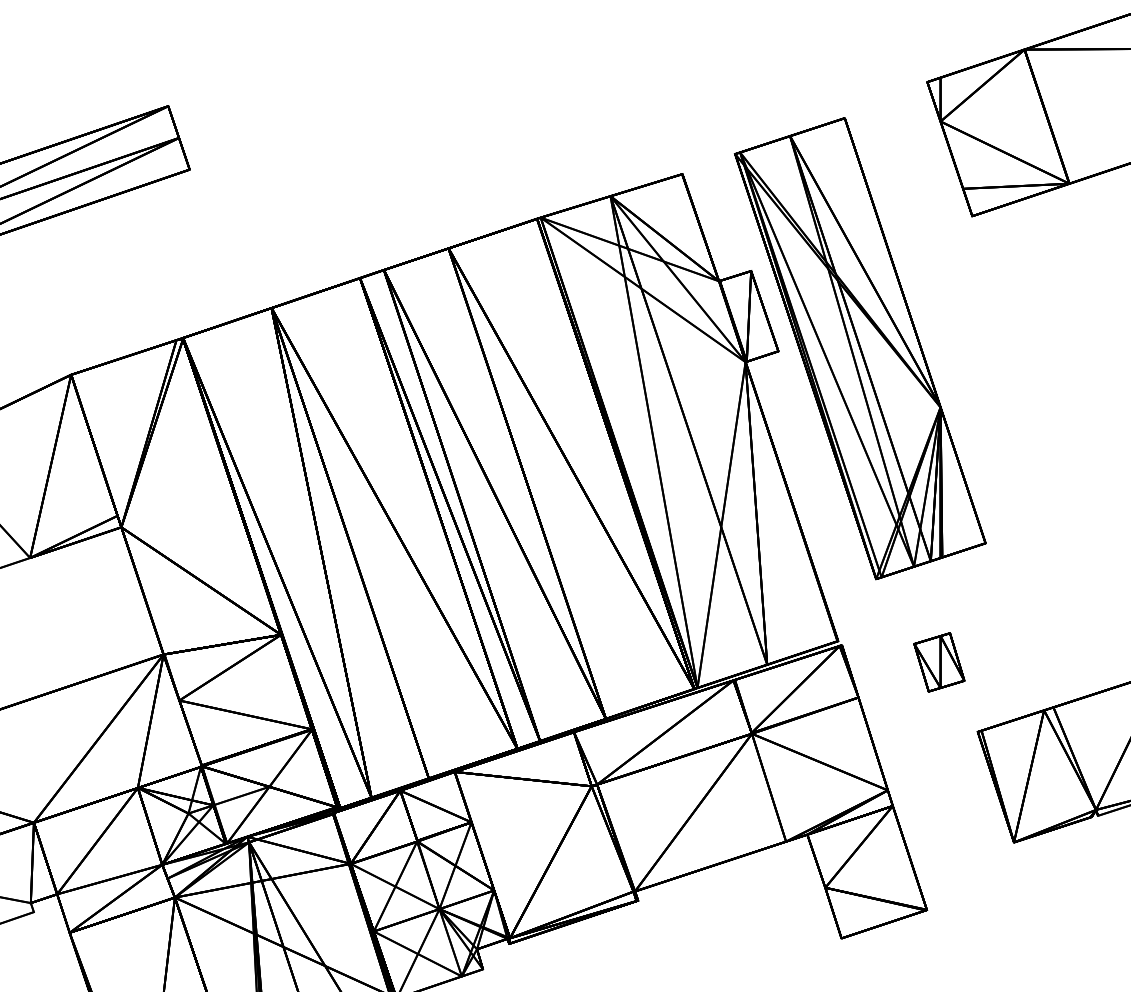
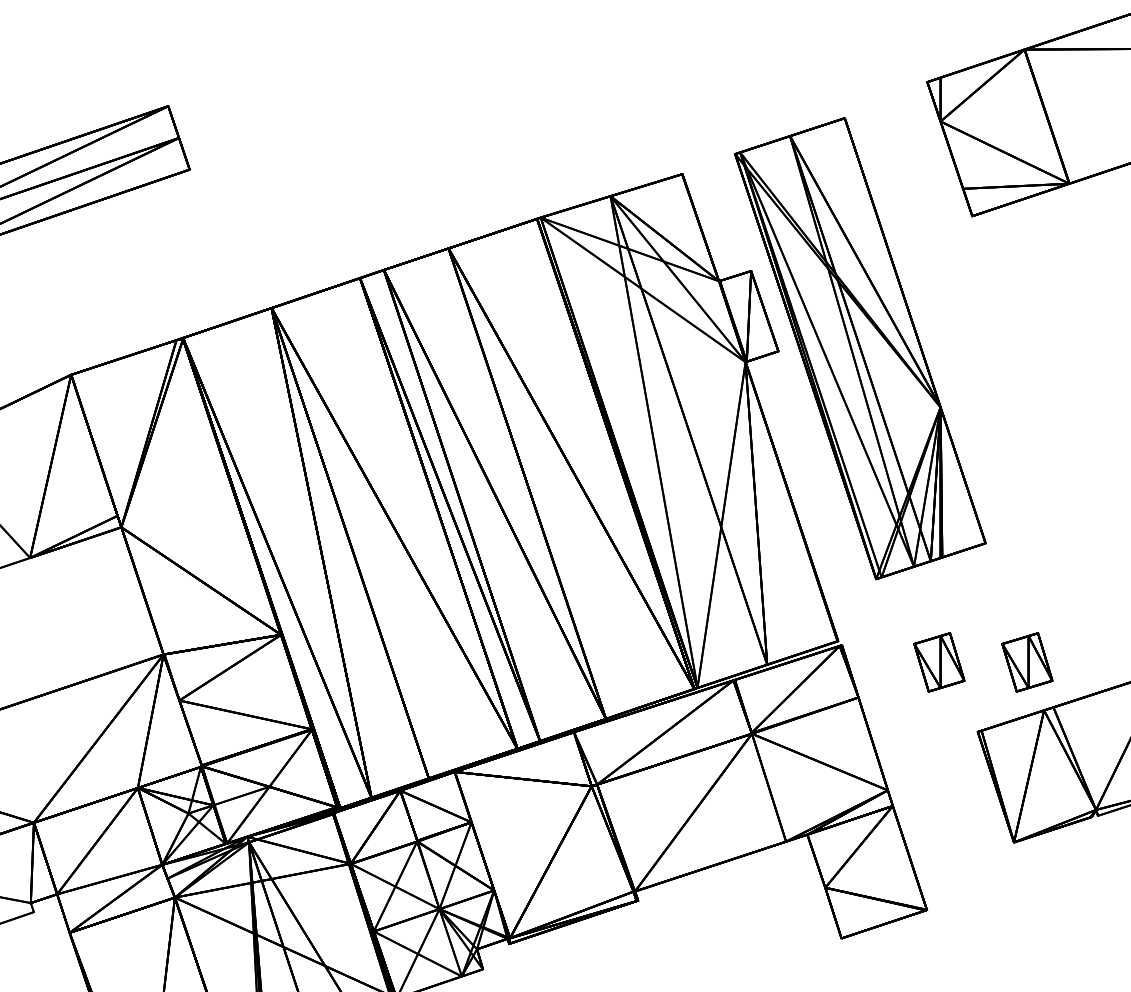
part at (1027, 662): none -> present
